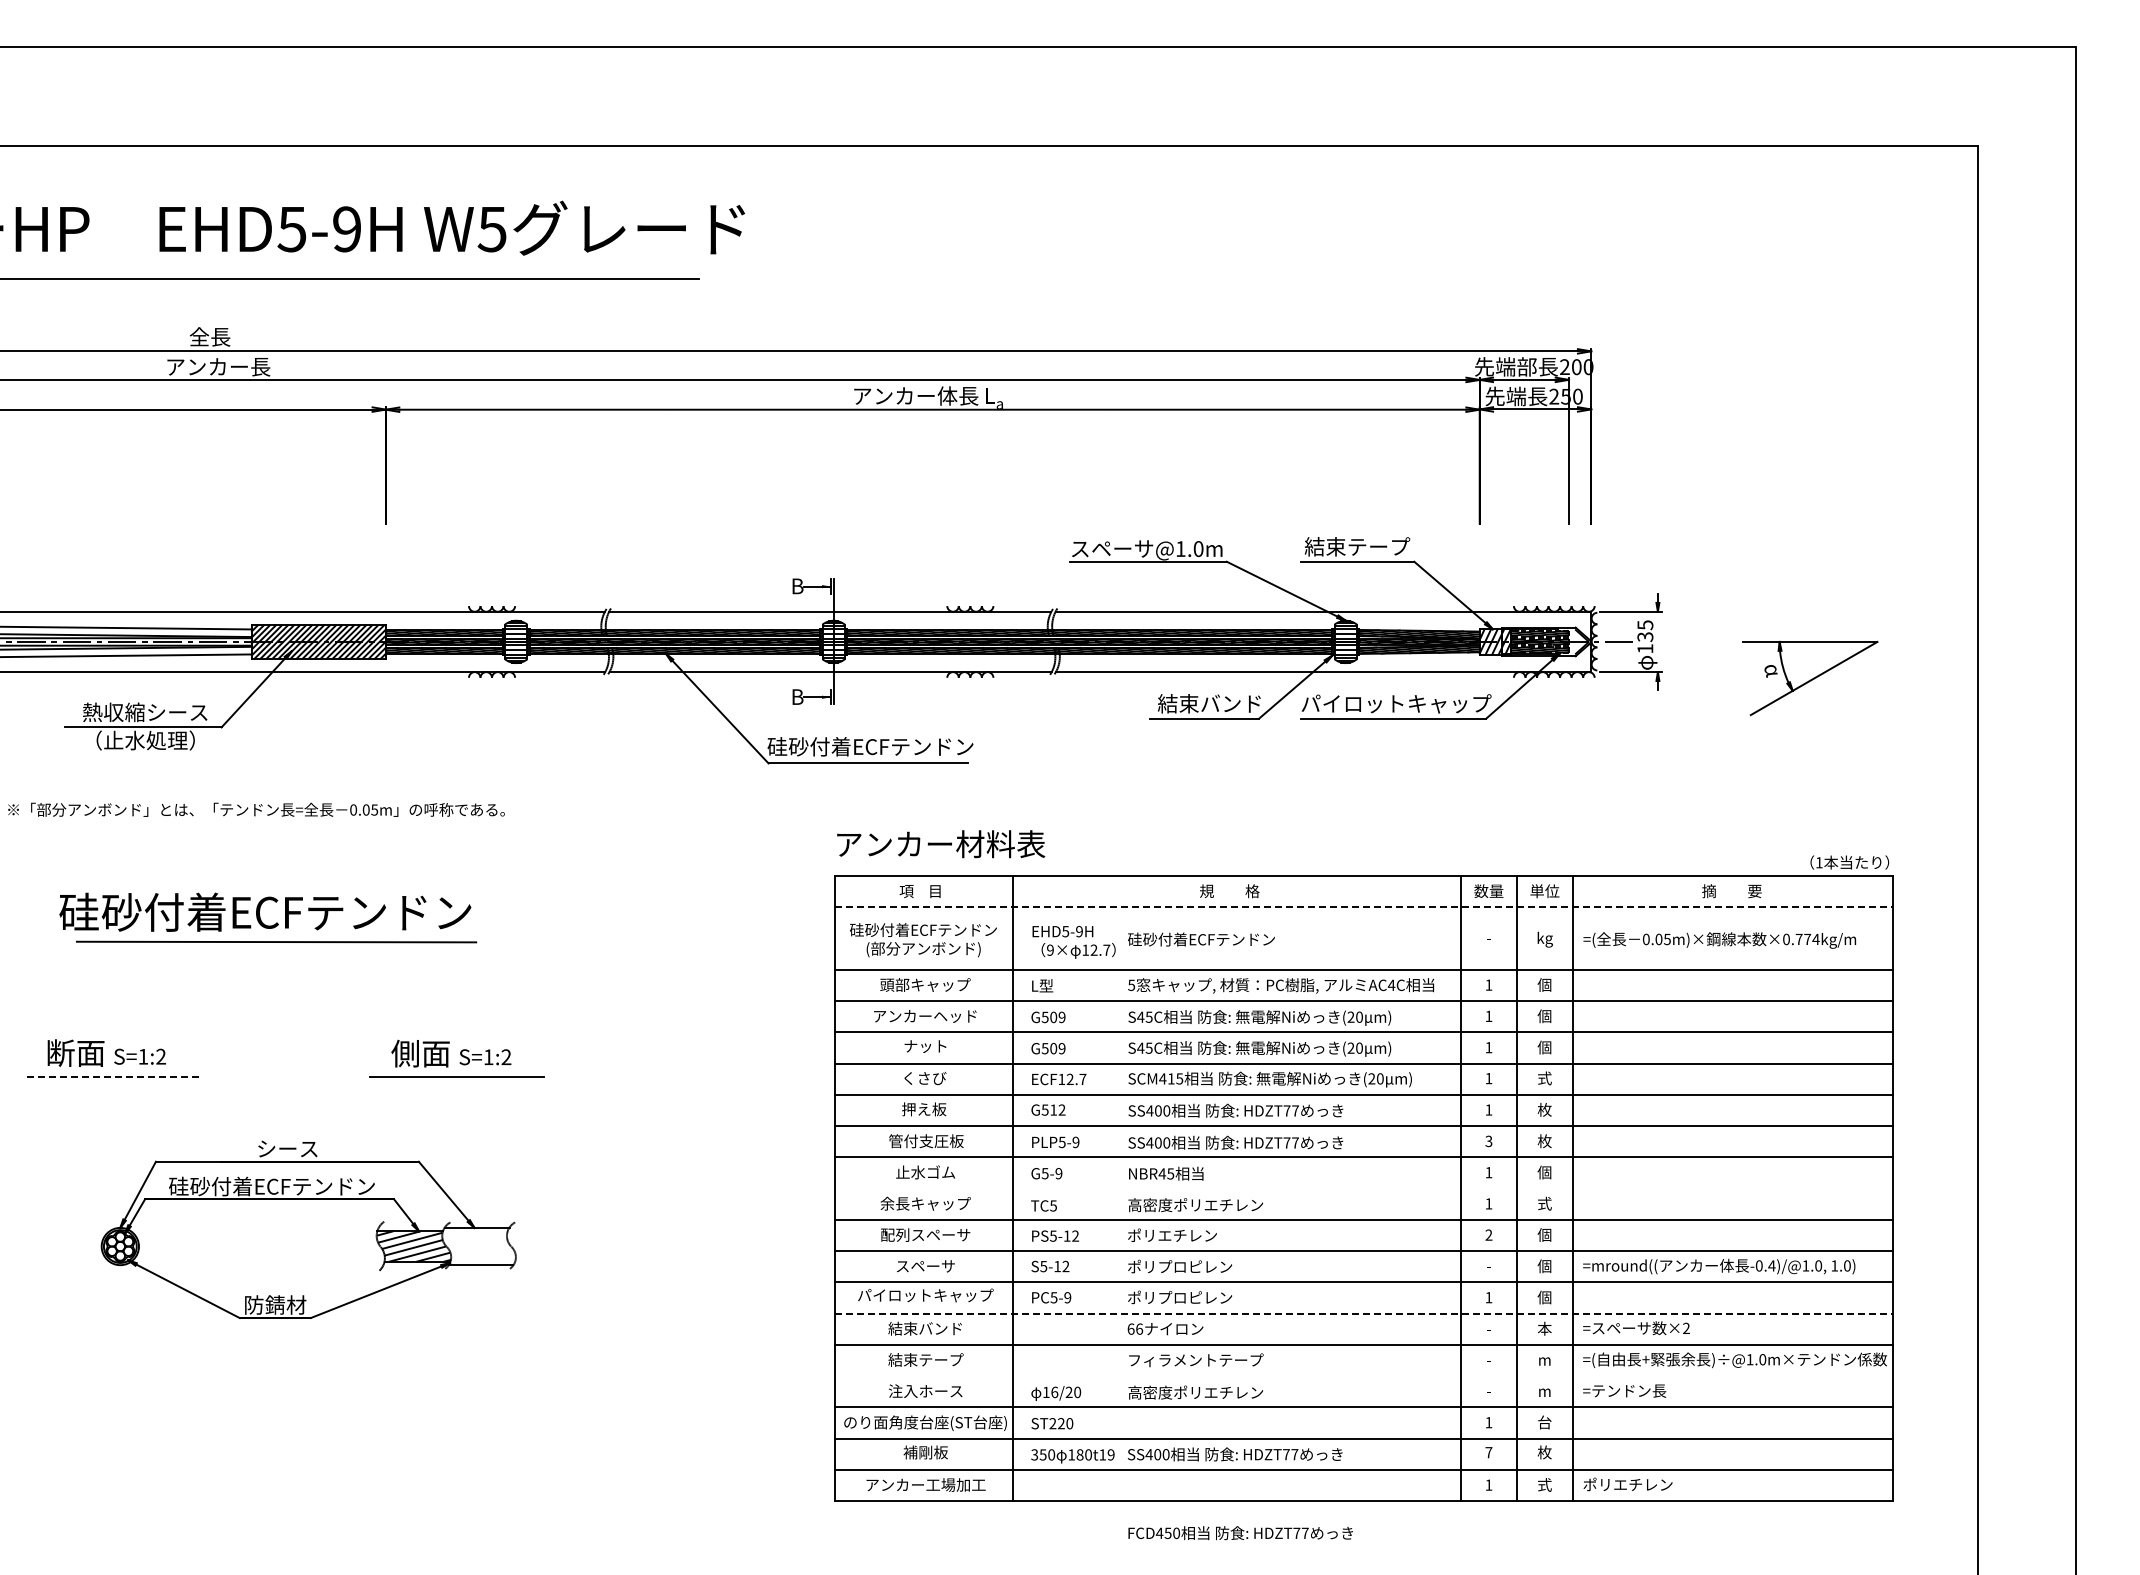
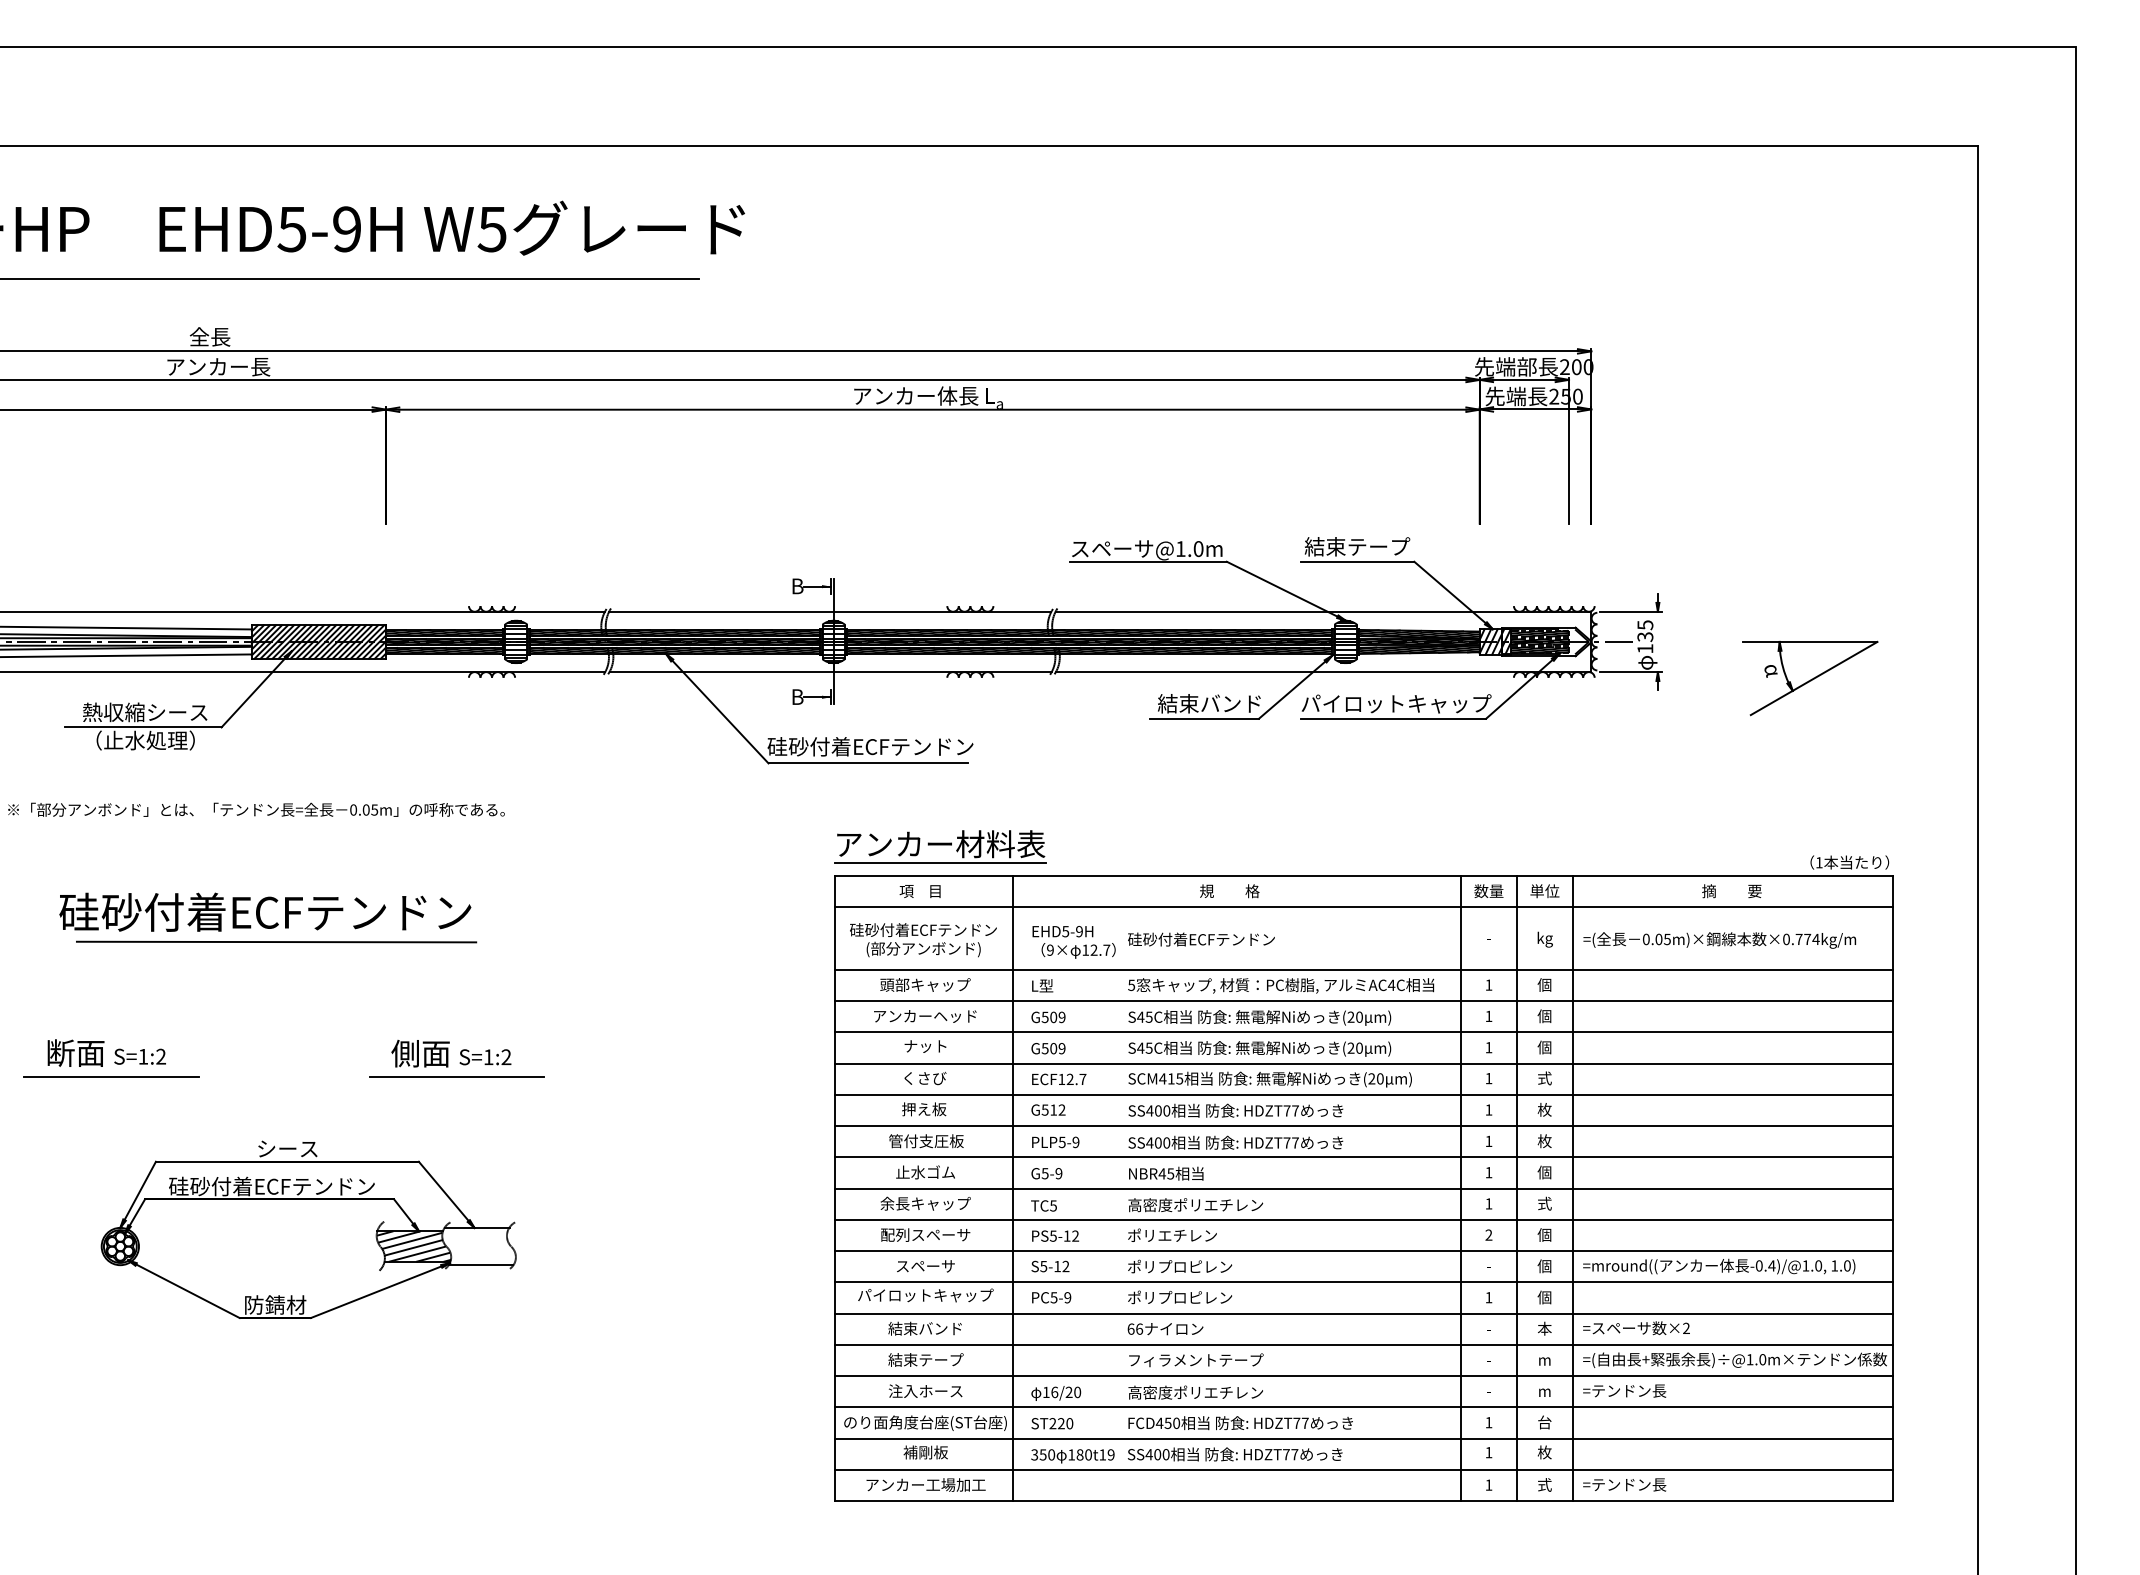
line at (940, 862): none -> present
line at (1364, 907): dashed -> solid
line at (111, 1076): dashed -> solid
text at (1488, 1141): 3 -> 1
line at (1363, 1188): none -> present
line at (1364, 1313): dashed -> solid
line at (1363, 1376): none -> present
text at (1488, 1452): 7 -> 1
text at (1627, 1484): ポリエチレン -> =テンドン長
text at (1240, 1533) position: (1240, 1533) -> (1240, 1423)
